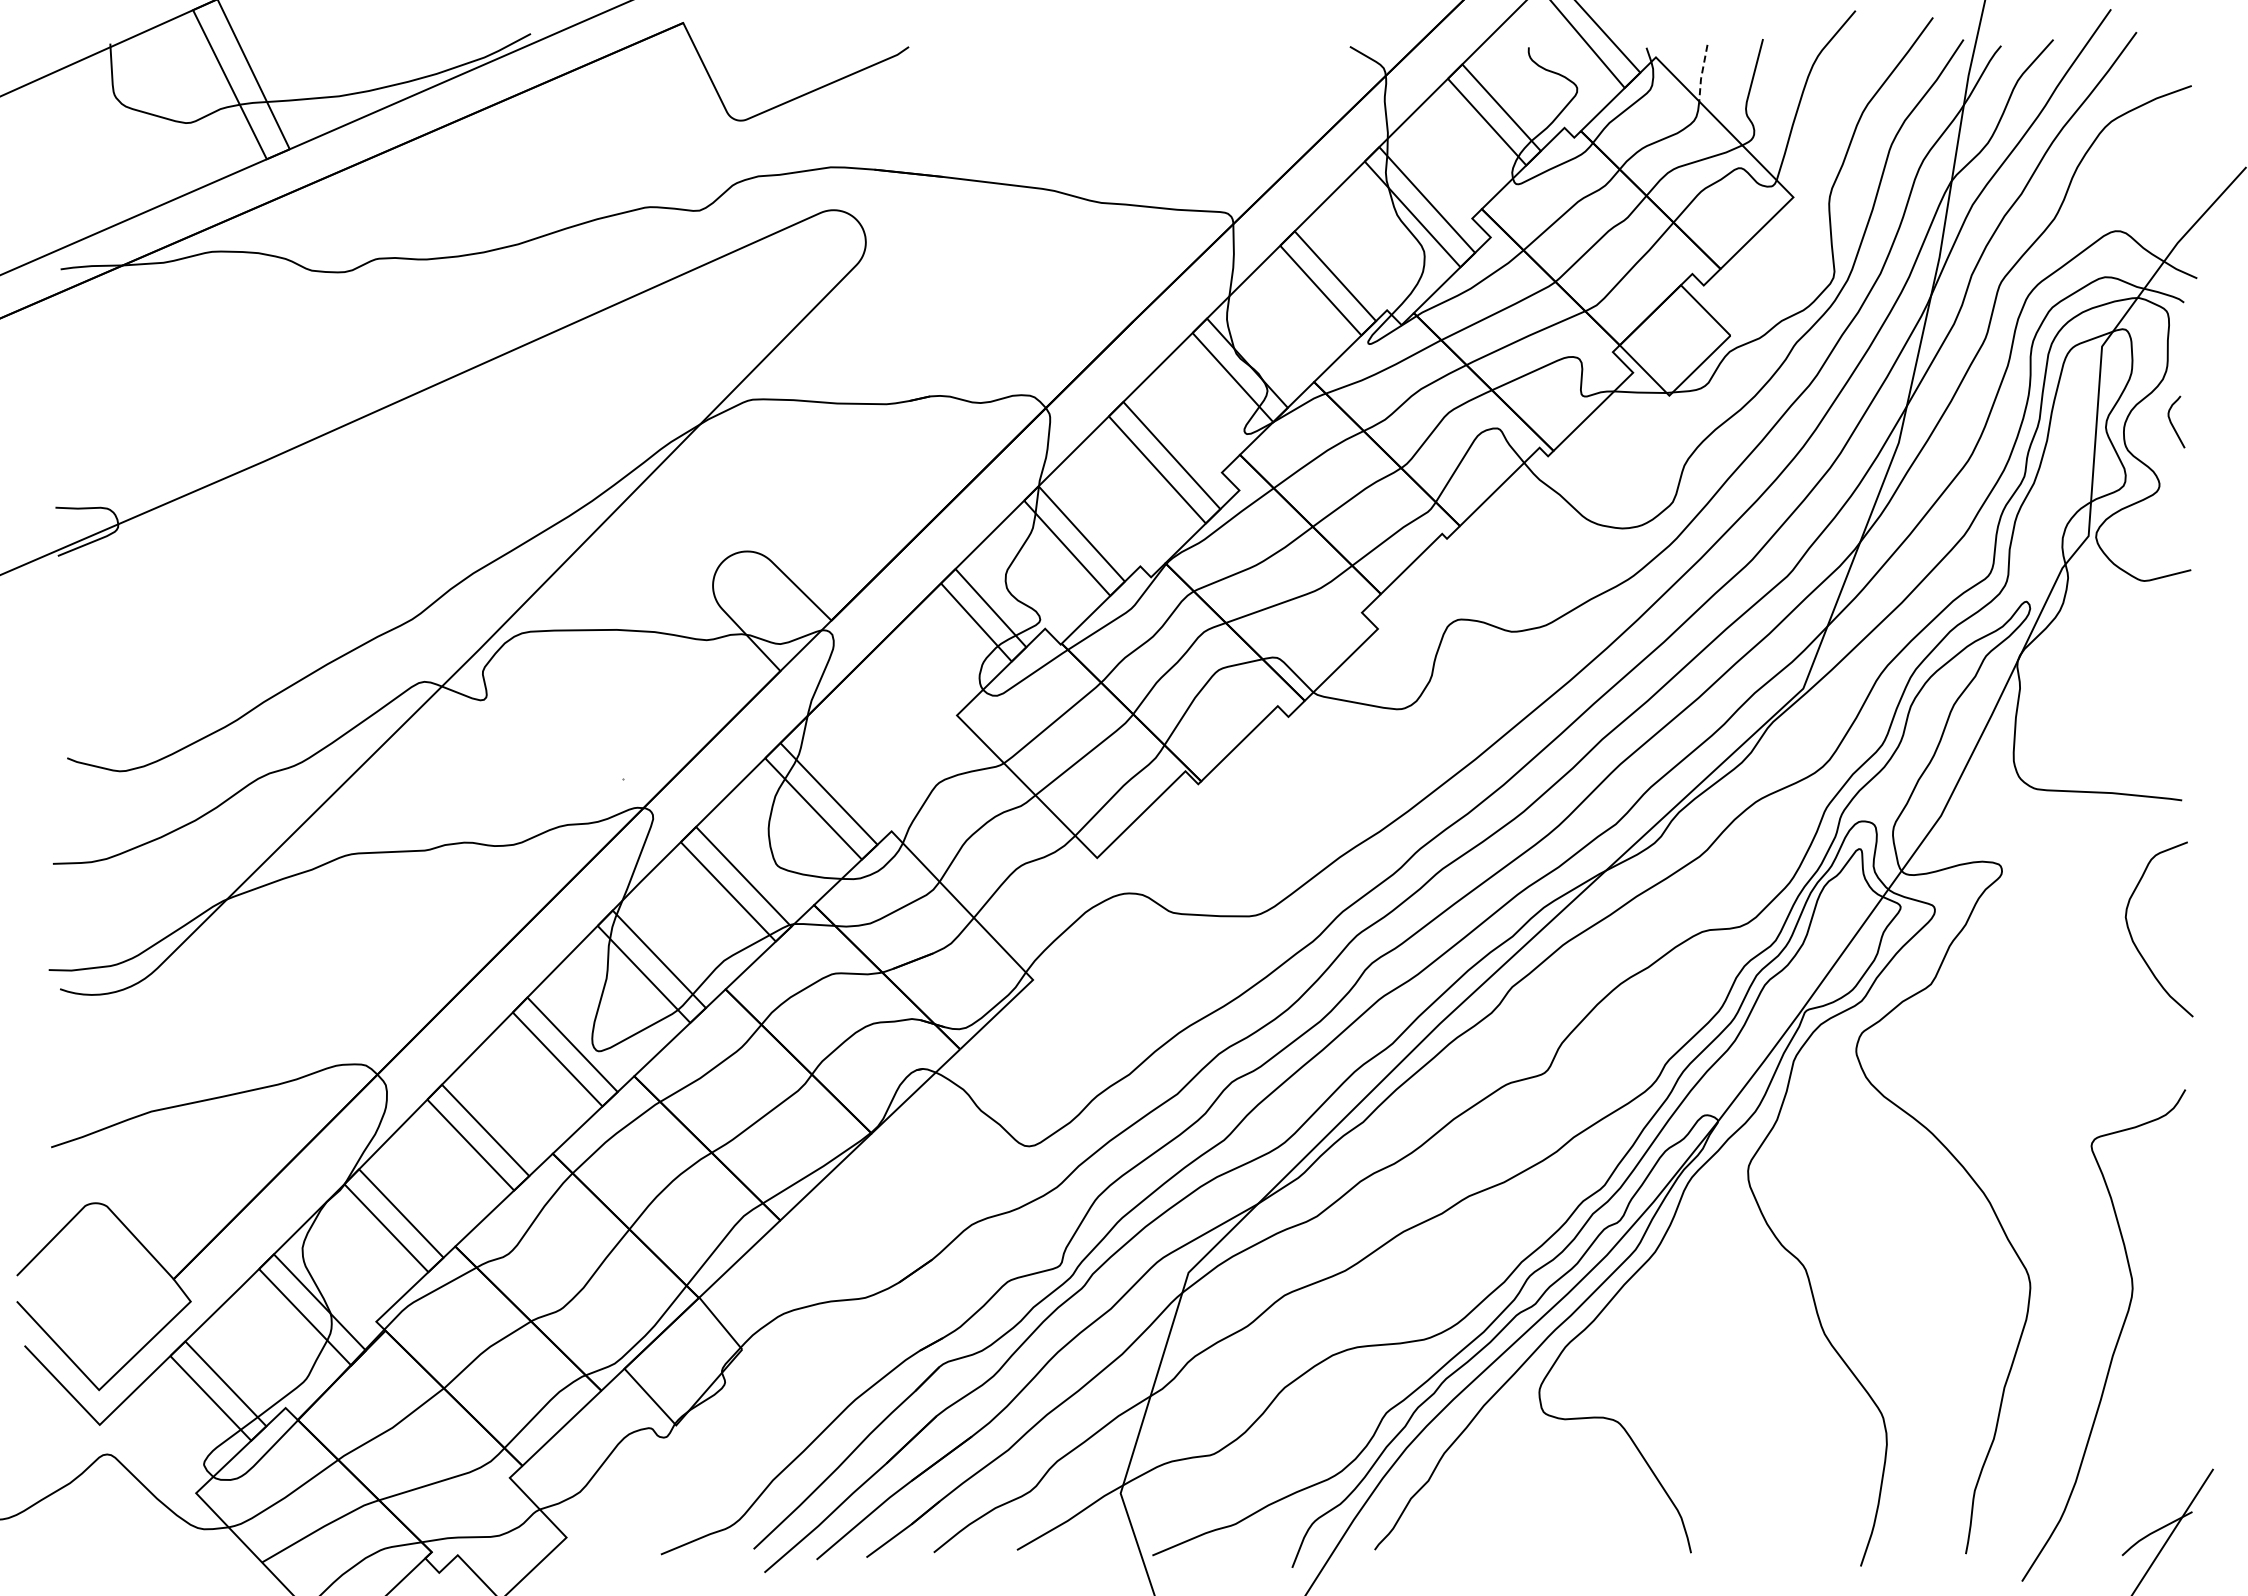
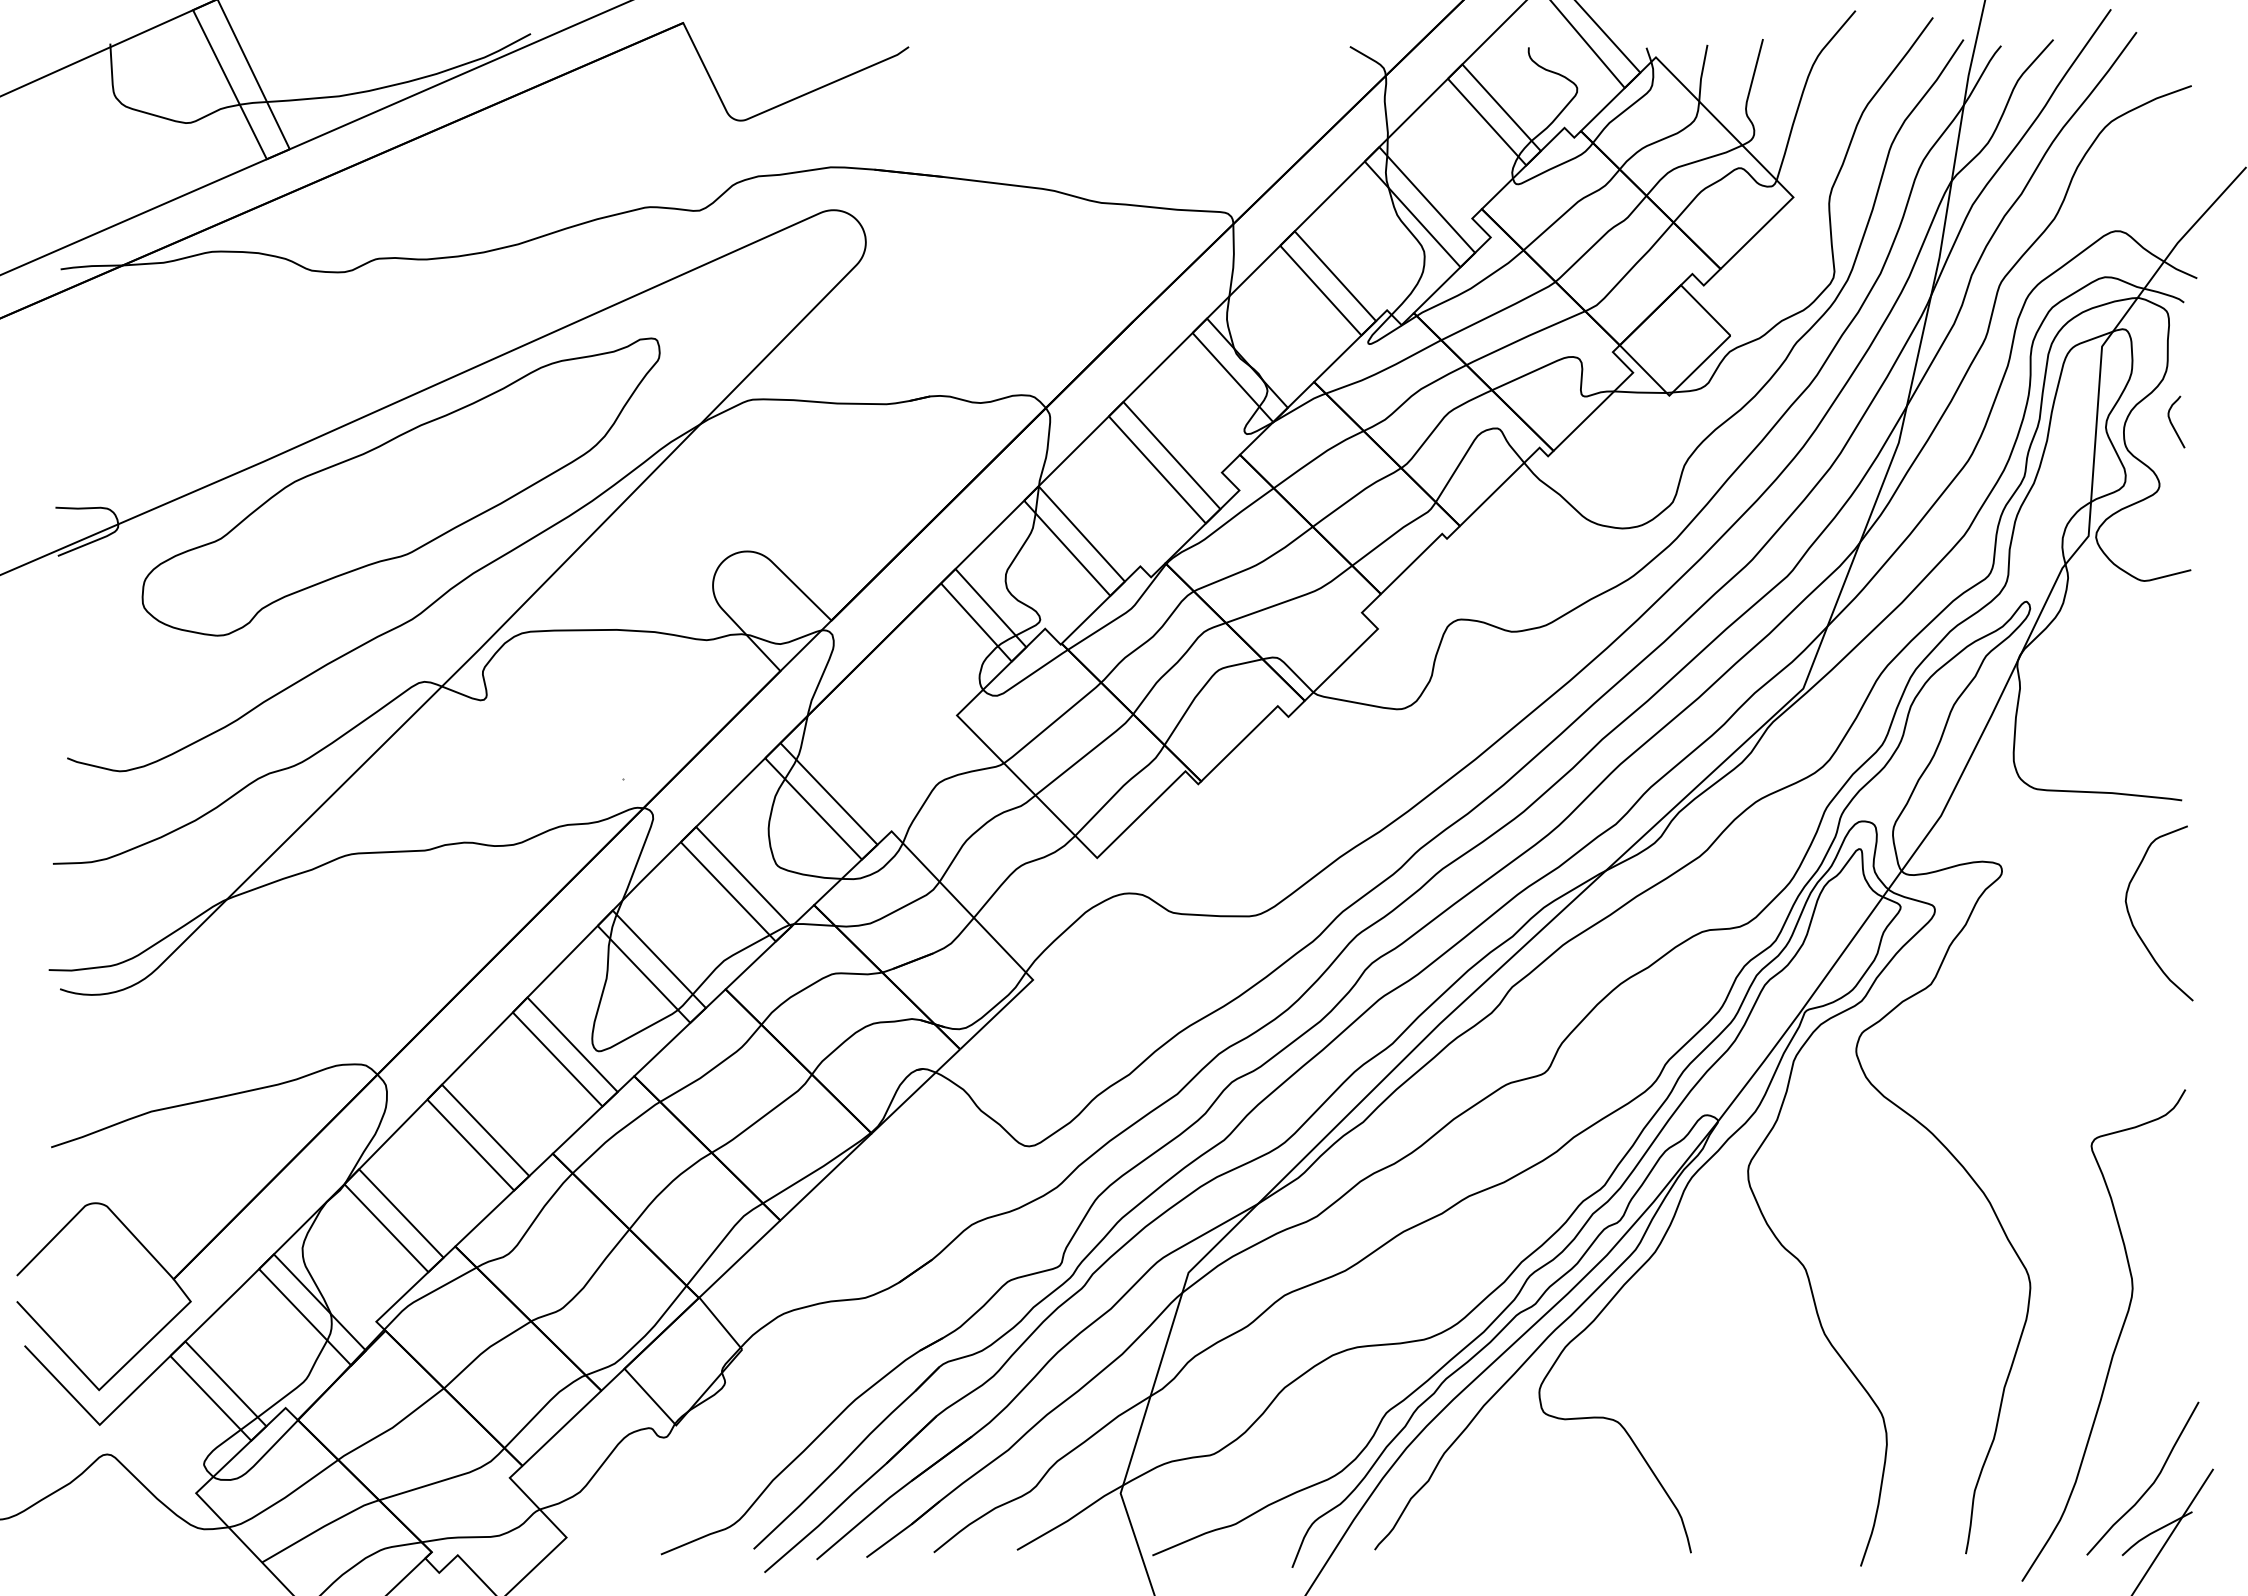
line at (1701, 74): dashed -> solid
part at (400, 486): none -> present
curve at (2132, 936) position: (2132, 936) -> (2132, 920)
curve at (2150, 1485): none -> present
